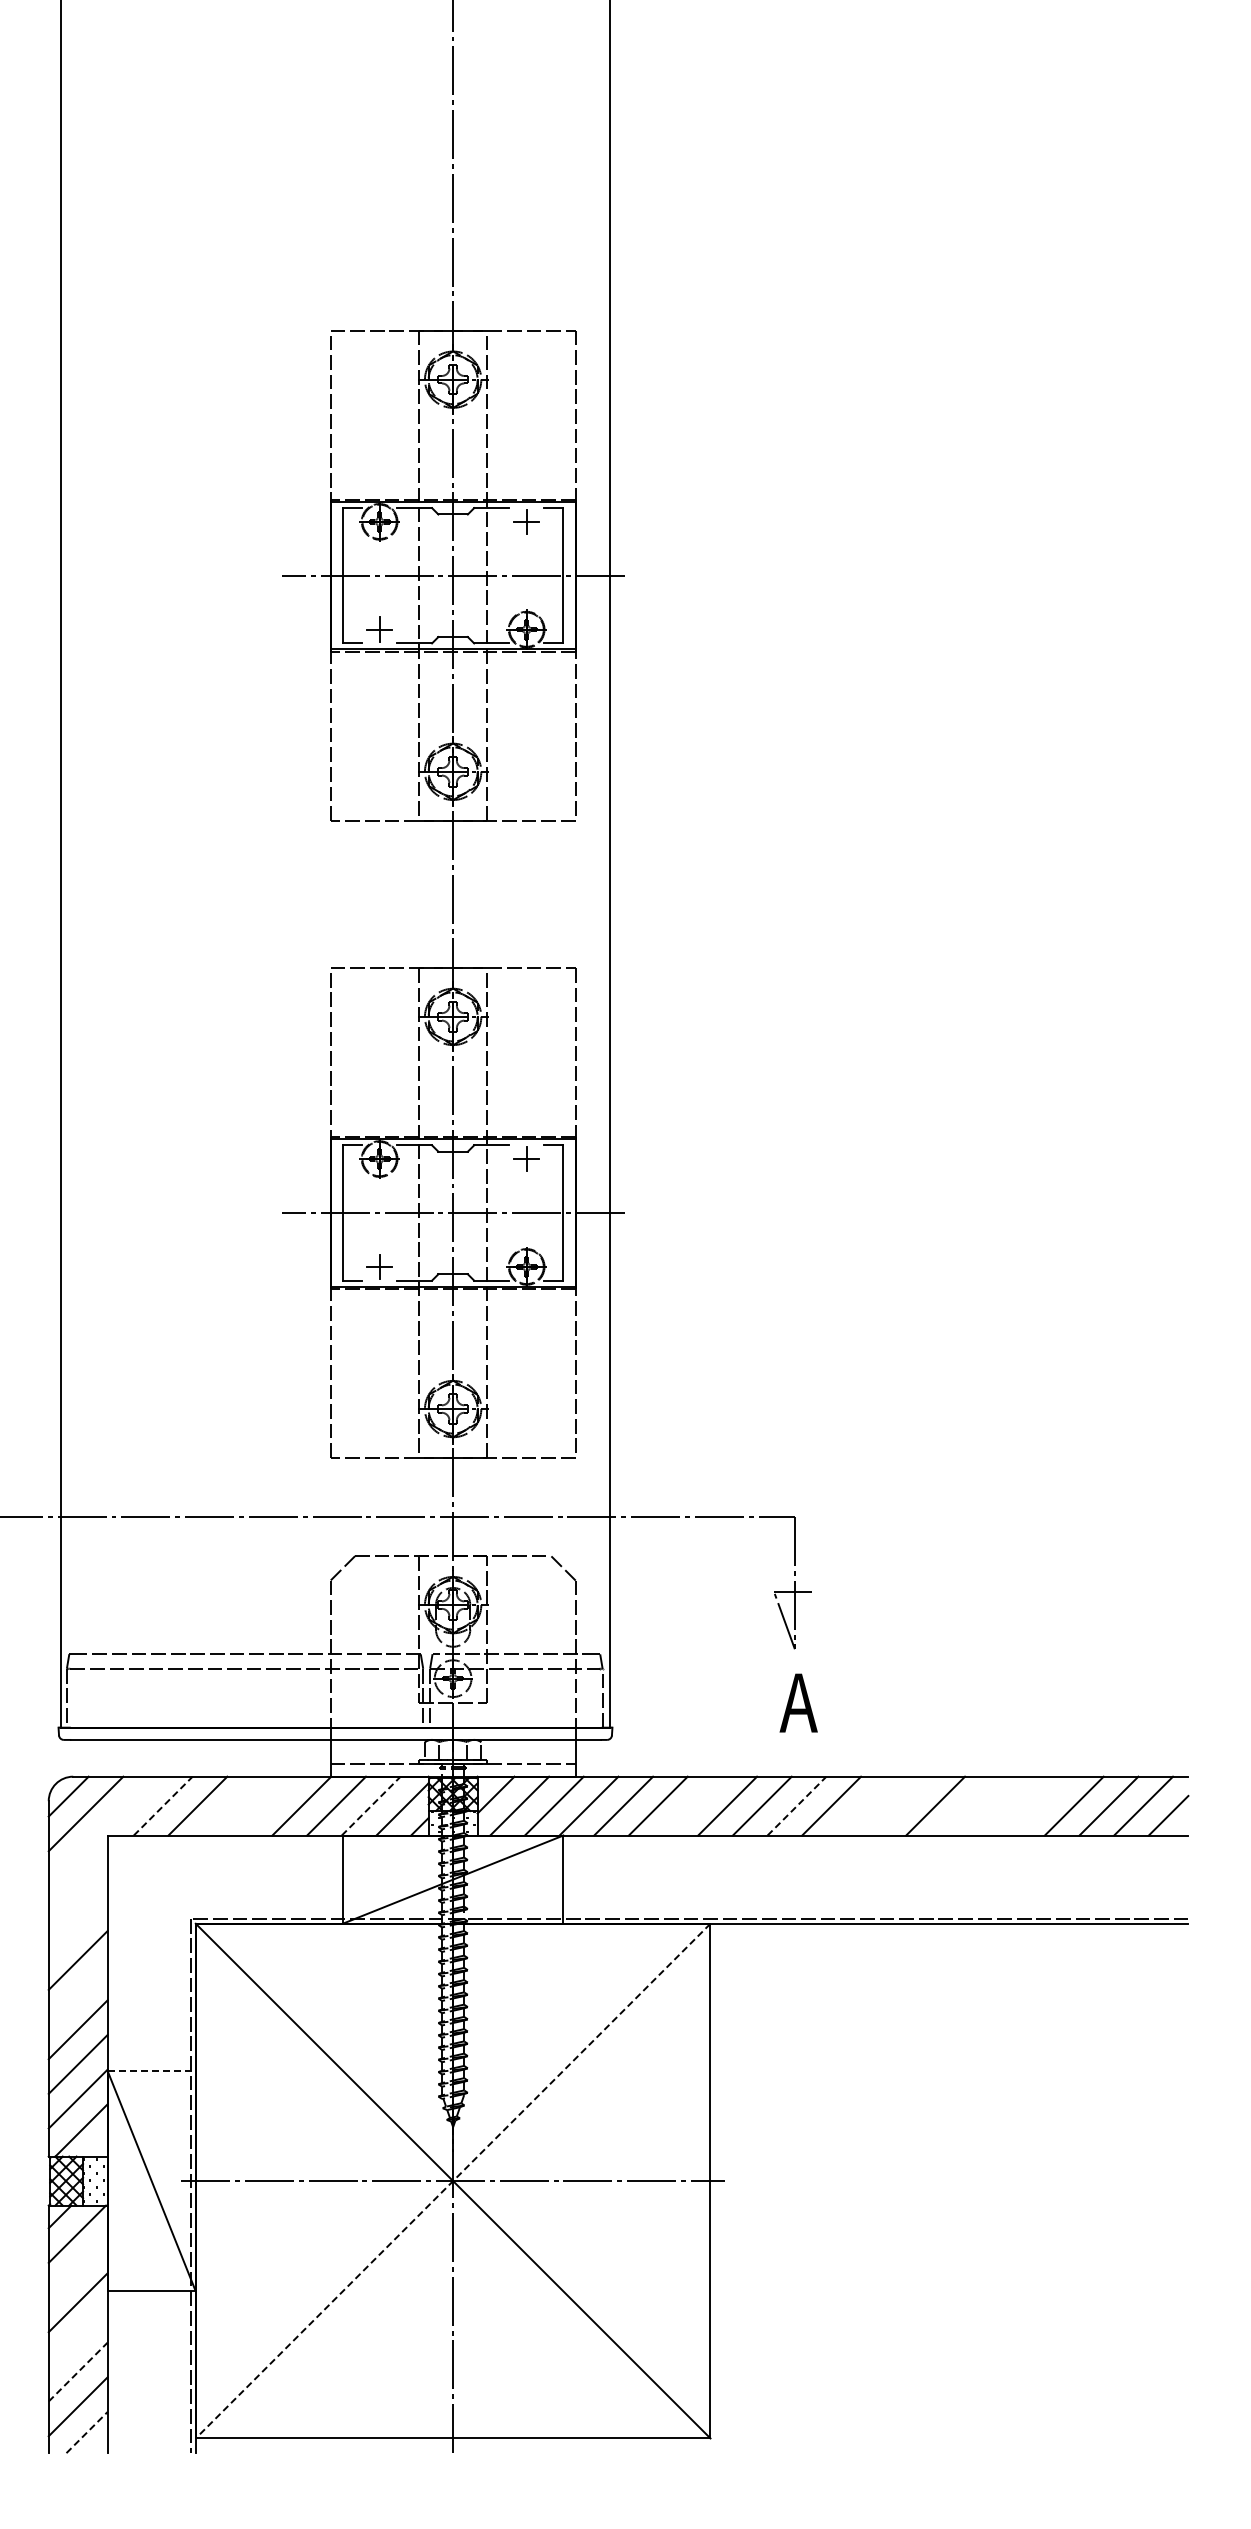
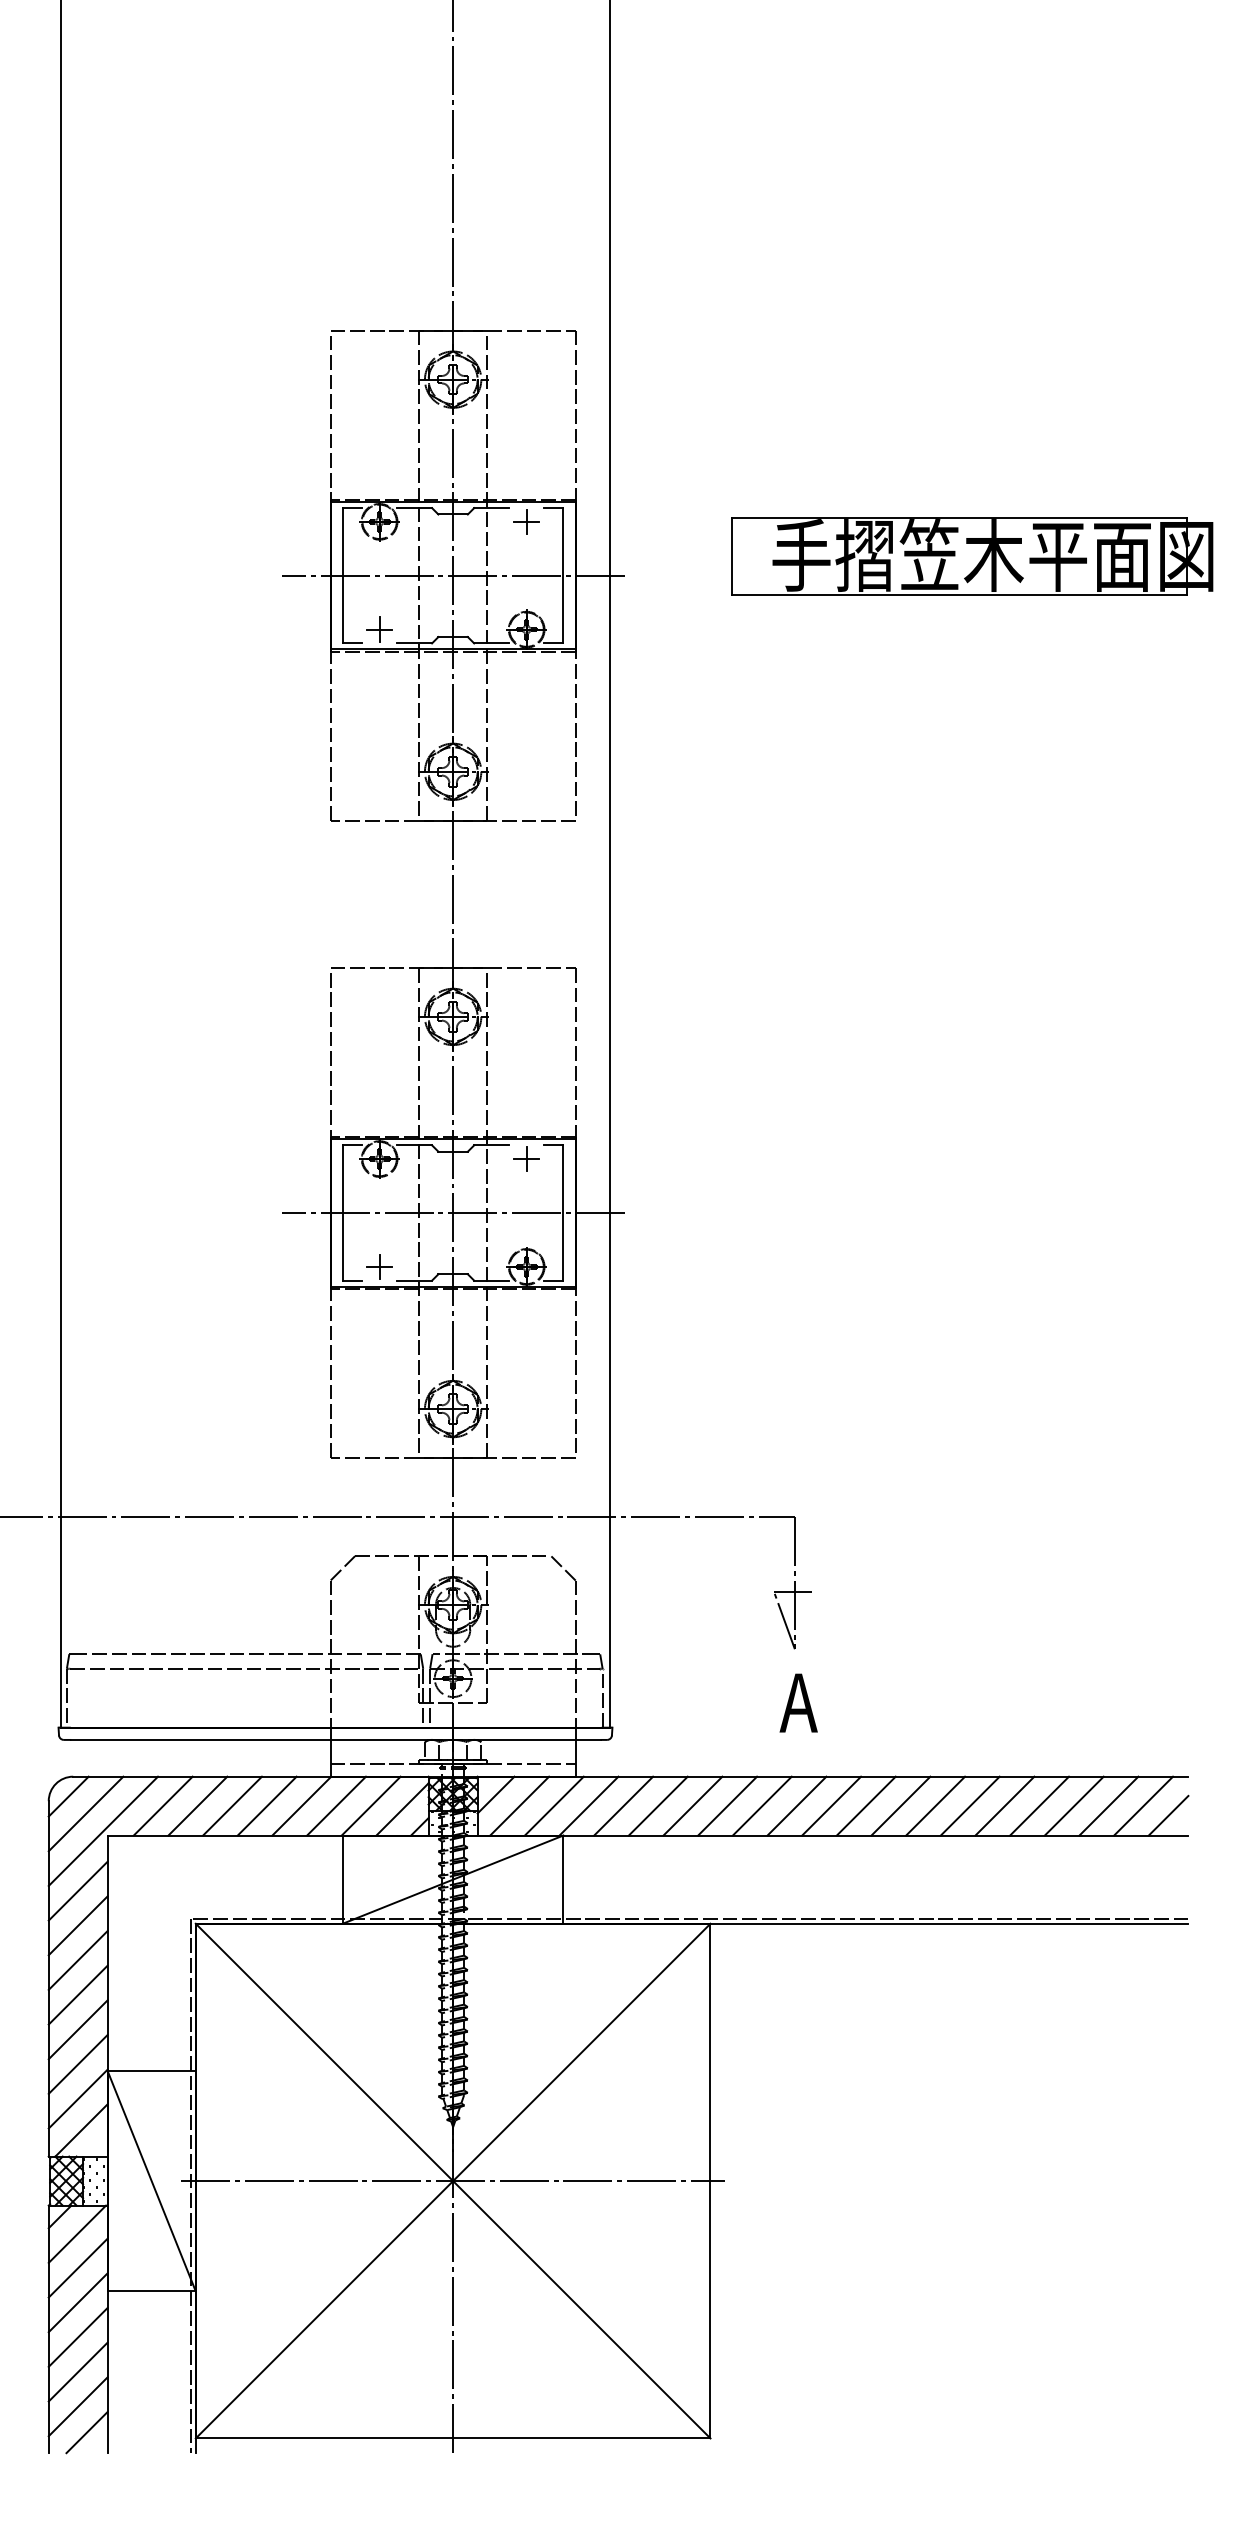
part at (972, 556): none -> present
line at (232, 1805): none -> present
line at (266, 1805): none -> present
line at (692, 1805): none -> present
line at (865, 1805): none -> present
line at (900, 1805): none -> present
line at (969, 1805): none -> present
line at (1004, 1805): none -> present
line at (1039, 1805): none -> present
line at (163, 1806): dashed -> solid
line at (371, 1806): dashed -> solid
line at (797, 1806): dashed -> solid
line at (103, 1830): none -> present
line at (77, 1890): none -> present
line at (77, 1925): none -> present
line at (77, 1994): none -> present
line at (152, 2070): dashed -> solid
line at (453, 2181): dashed -> solid
line at (77, 2267): none -> present
line at (77, 2337): none -> present
line at (78, 2372): dashed -> solid
line at (87, 2432): dashed -> solid
